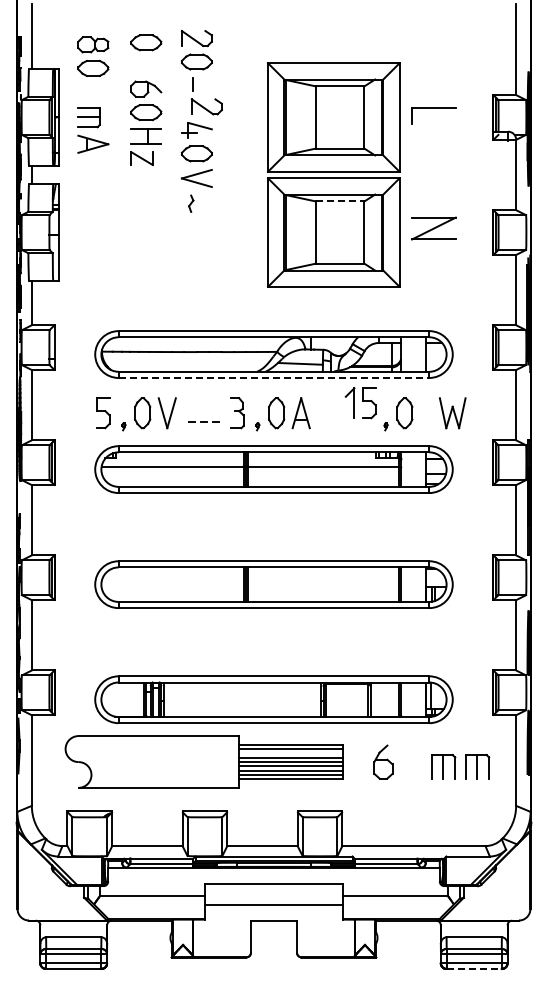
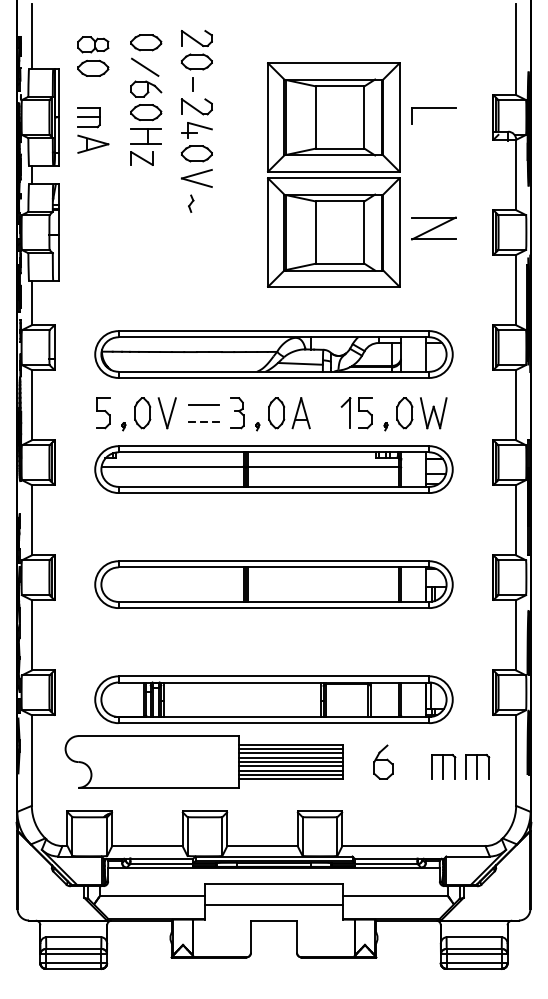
line at (145, 66): none -> present
part at (206, 106) position: (206, 106) -> (196, 106)
line at (340, 201): dashed -> solid
line at (274, 377): dashed -> solid
part at (360, 403) position: (360, 403) -> (356, 413)
line at (203, 405): none -> present
part at (452, 413) position: (452, 413) -> (433, 413)
line at (290, 753): none -> present
line at (474, 968): dashed -> solid
